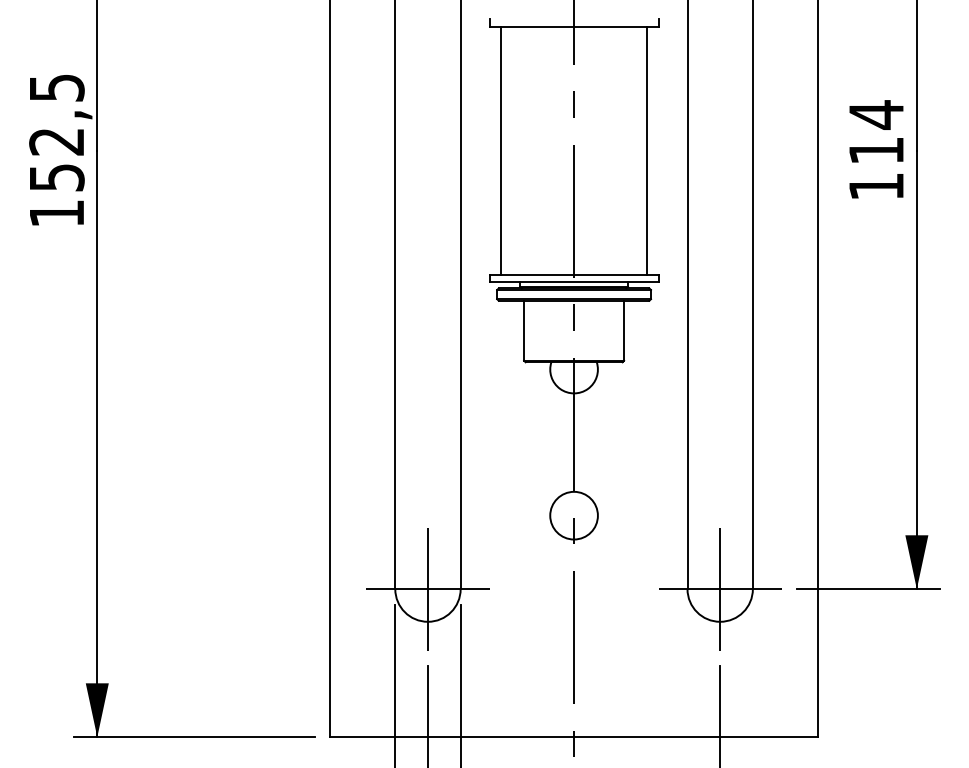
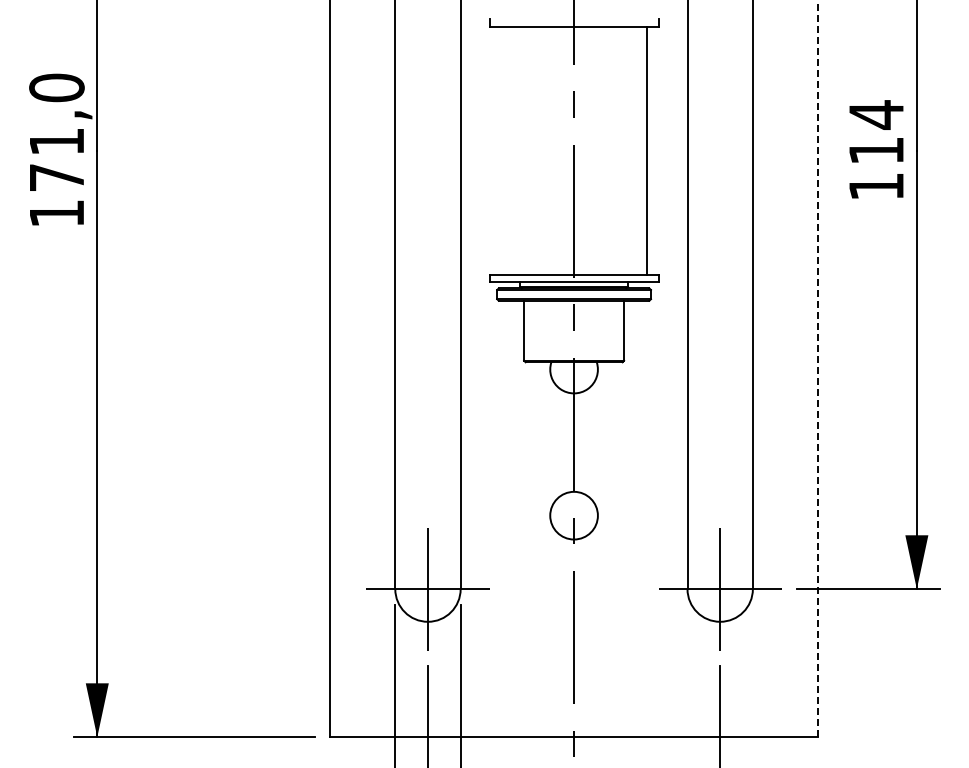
text at (56, 132): 152,5 -> 171,0
line at (501, 150): present -> none
line at (818, 369): solid -> dashed
